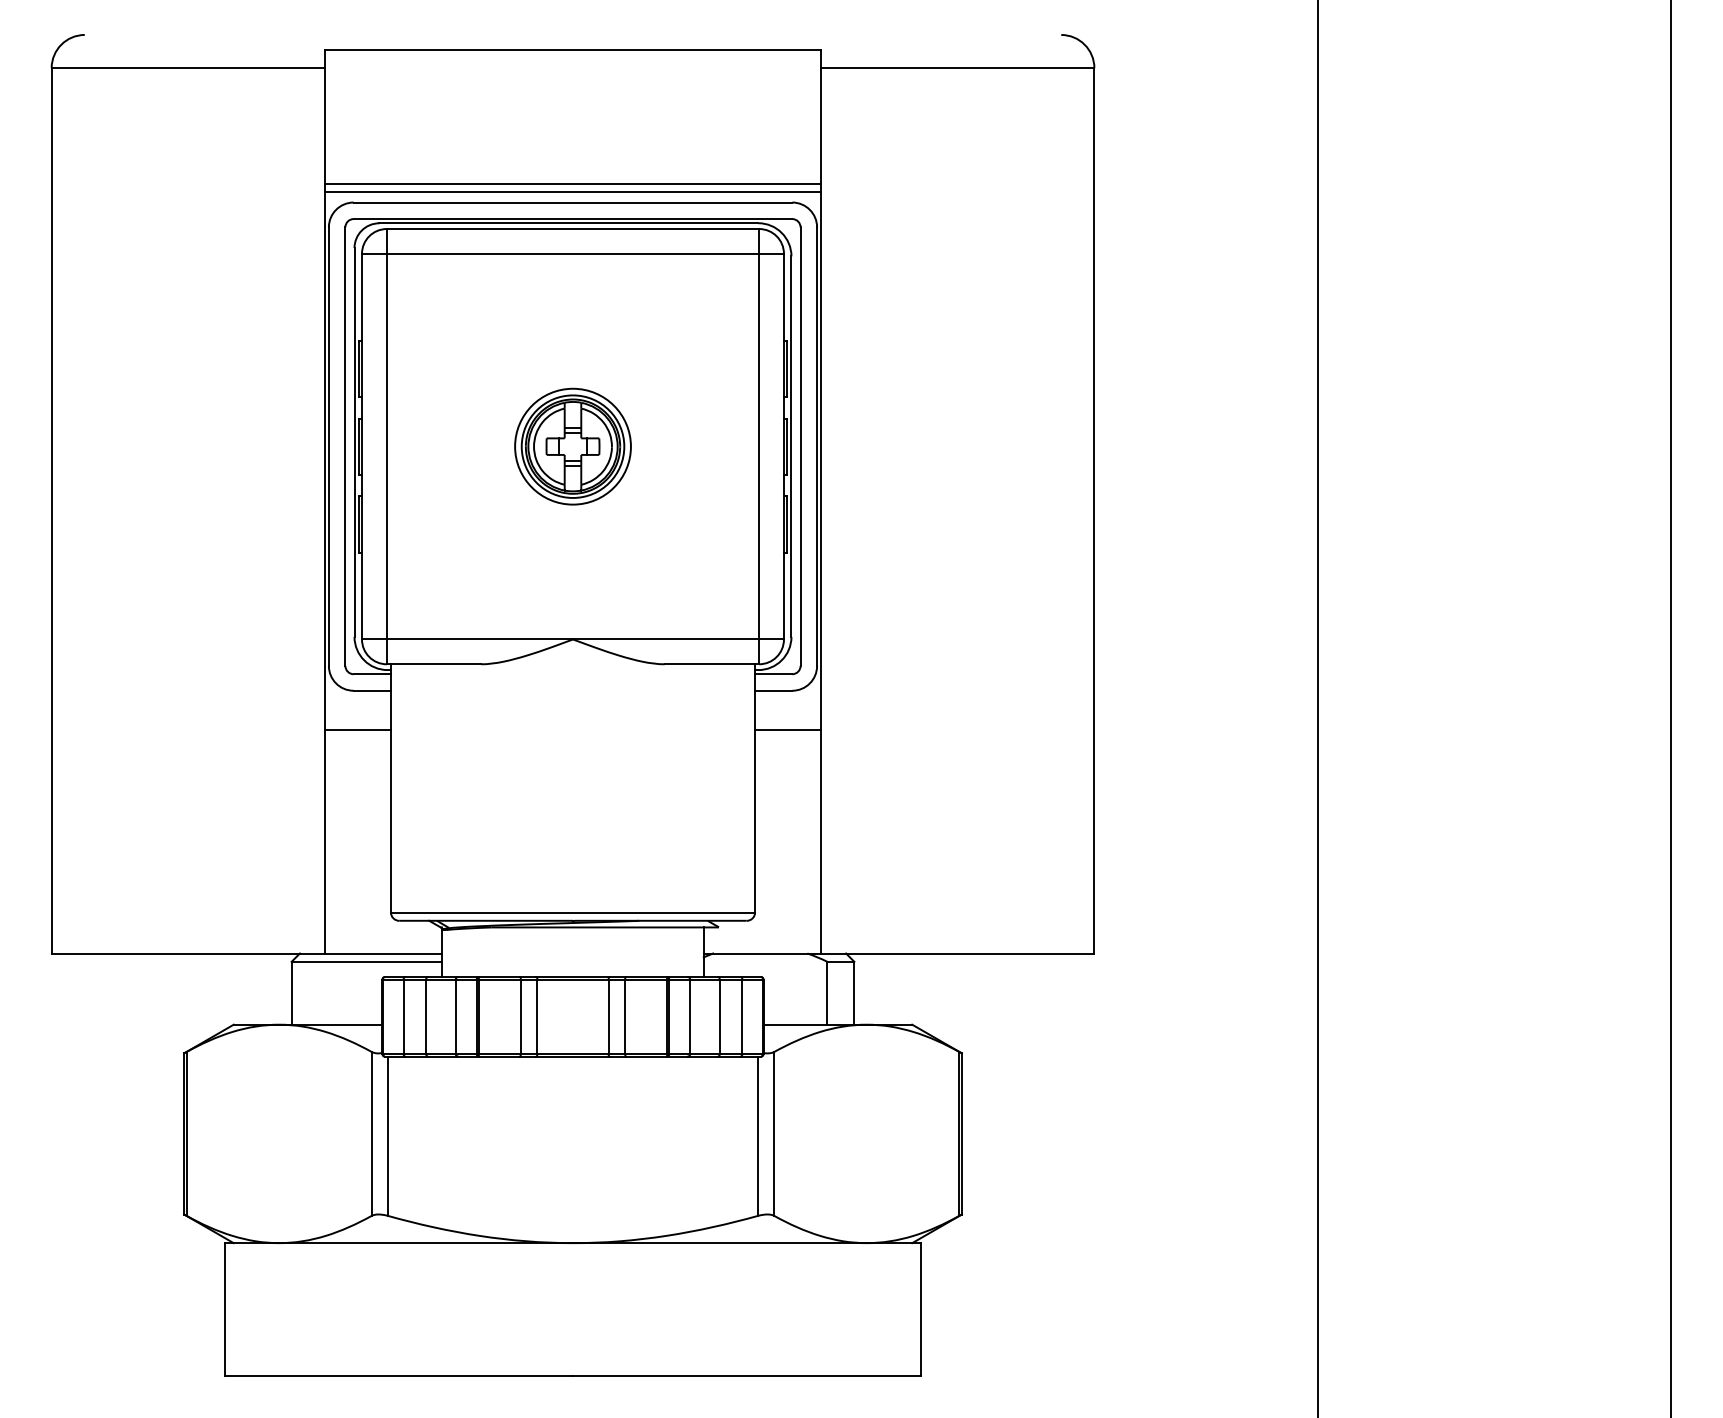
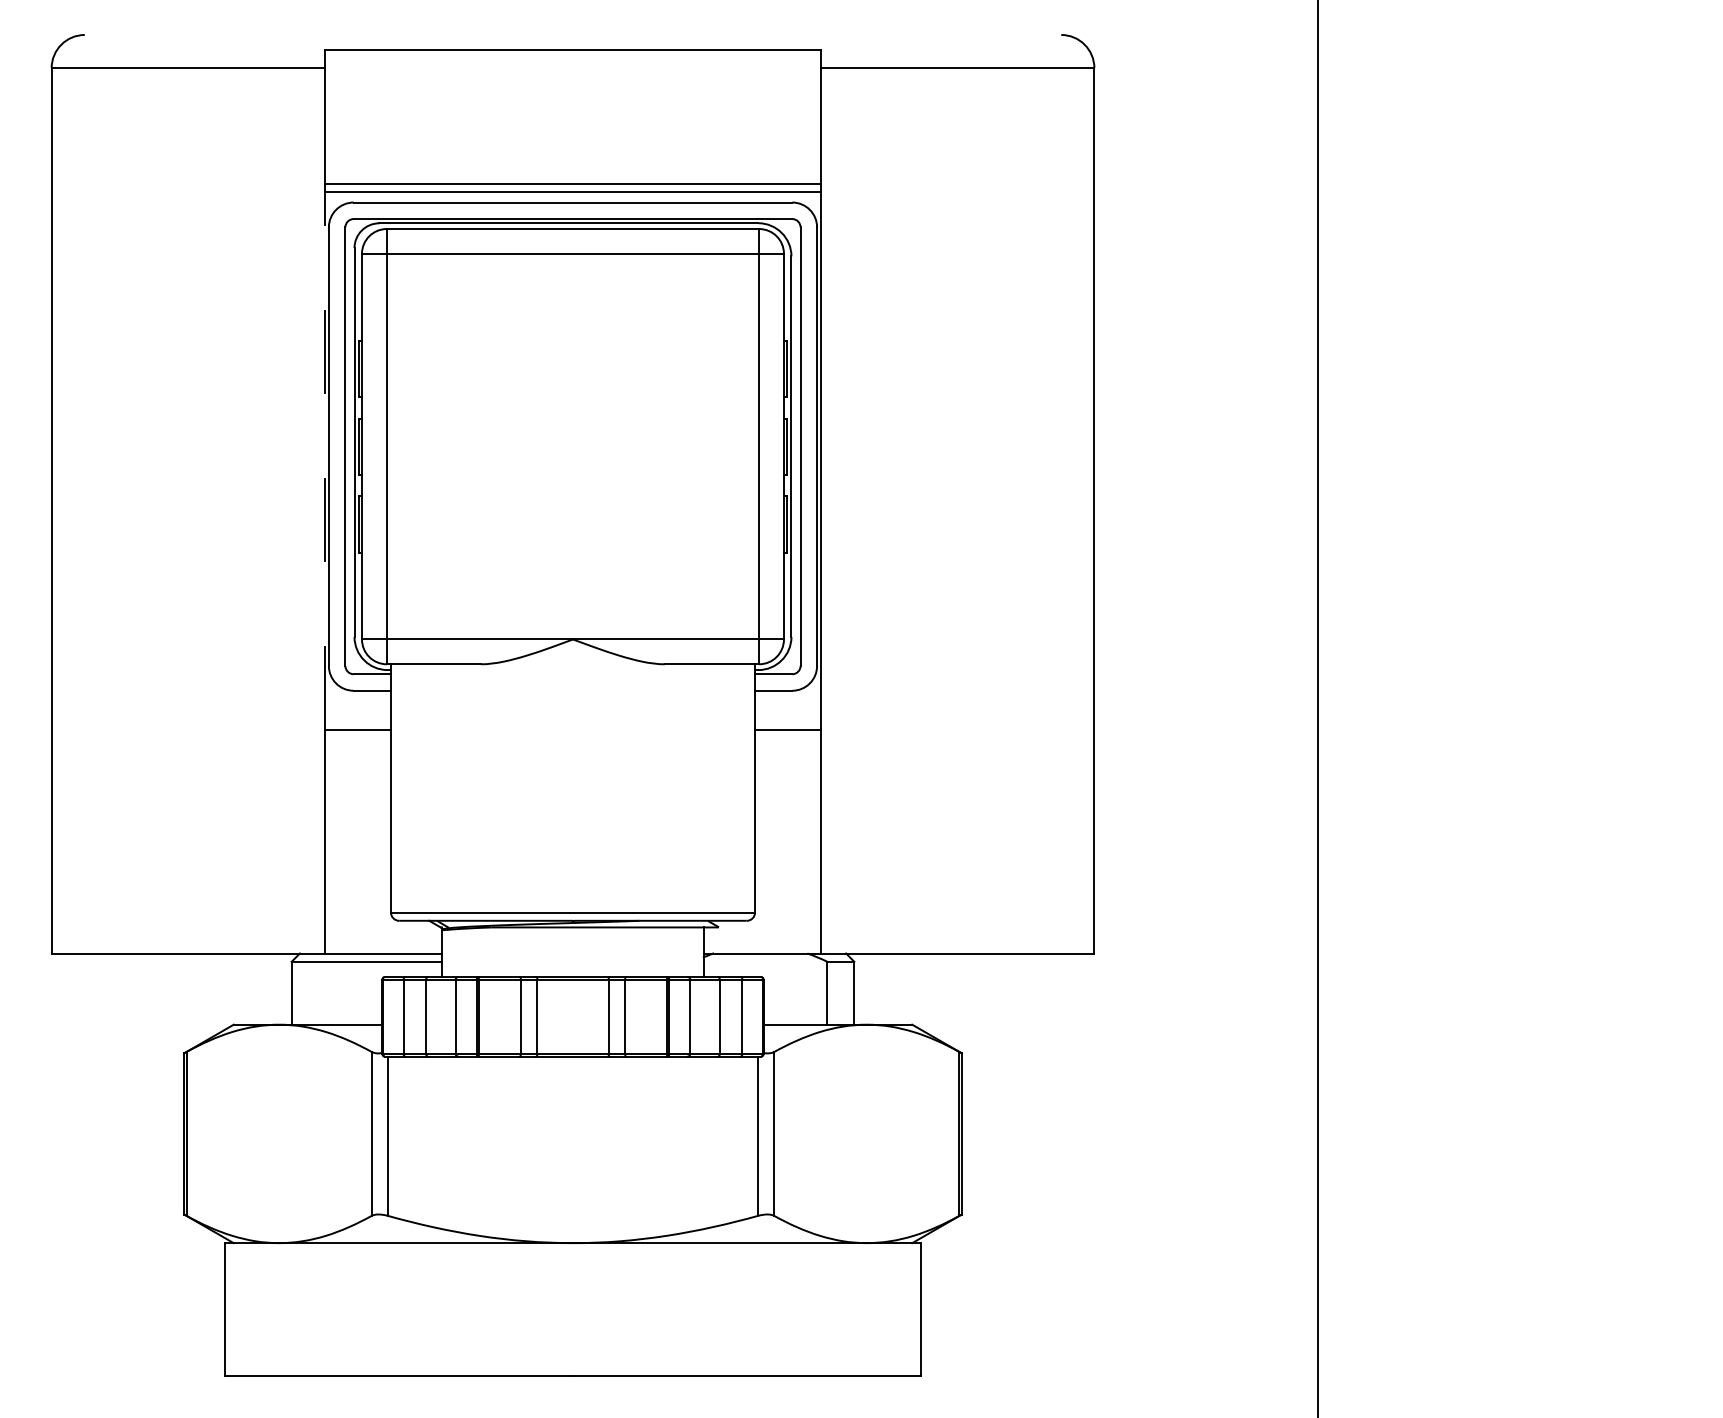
part at (572, 446): present -> none
line at (324, 461): solid -> dashed
line at (1671, 708): present -> none
